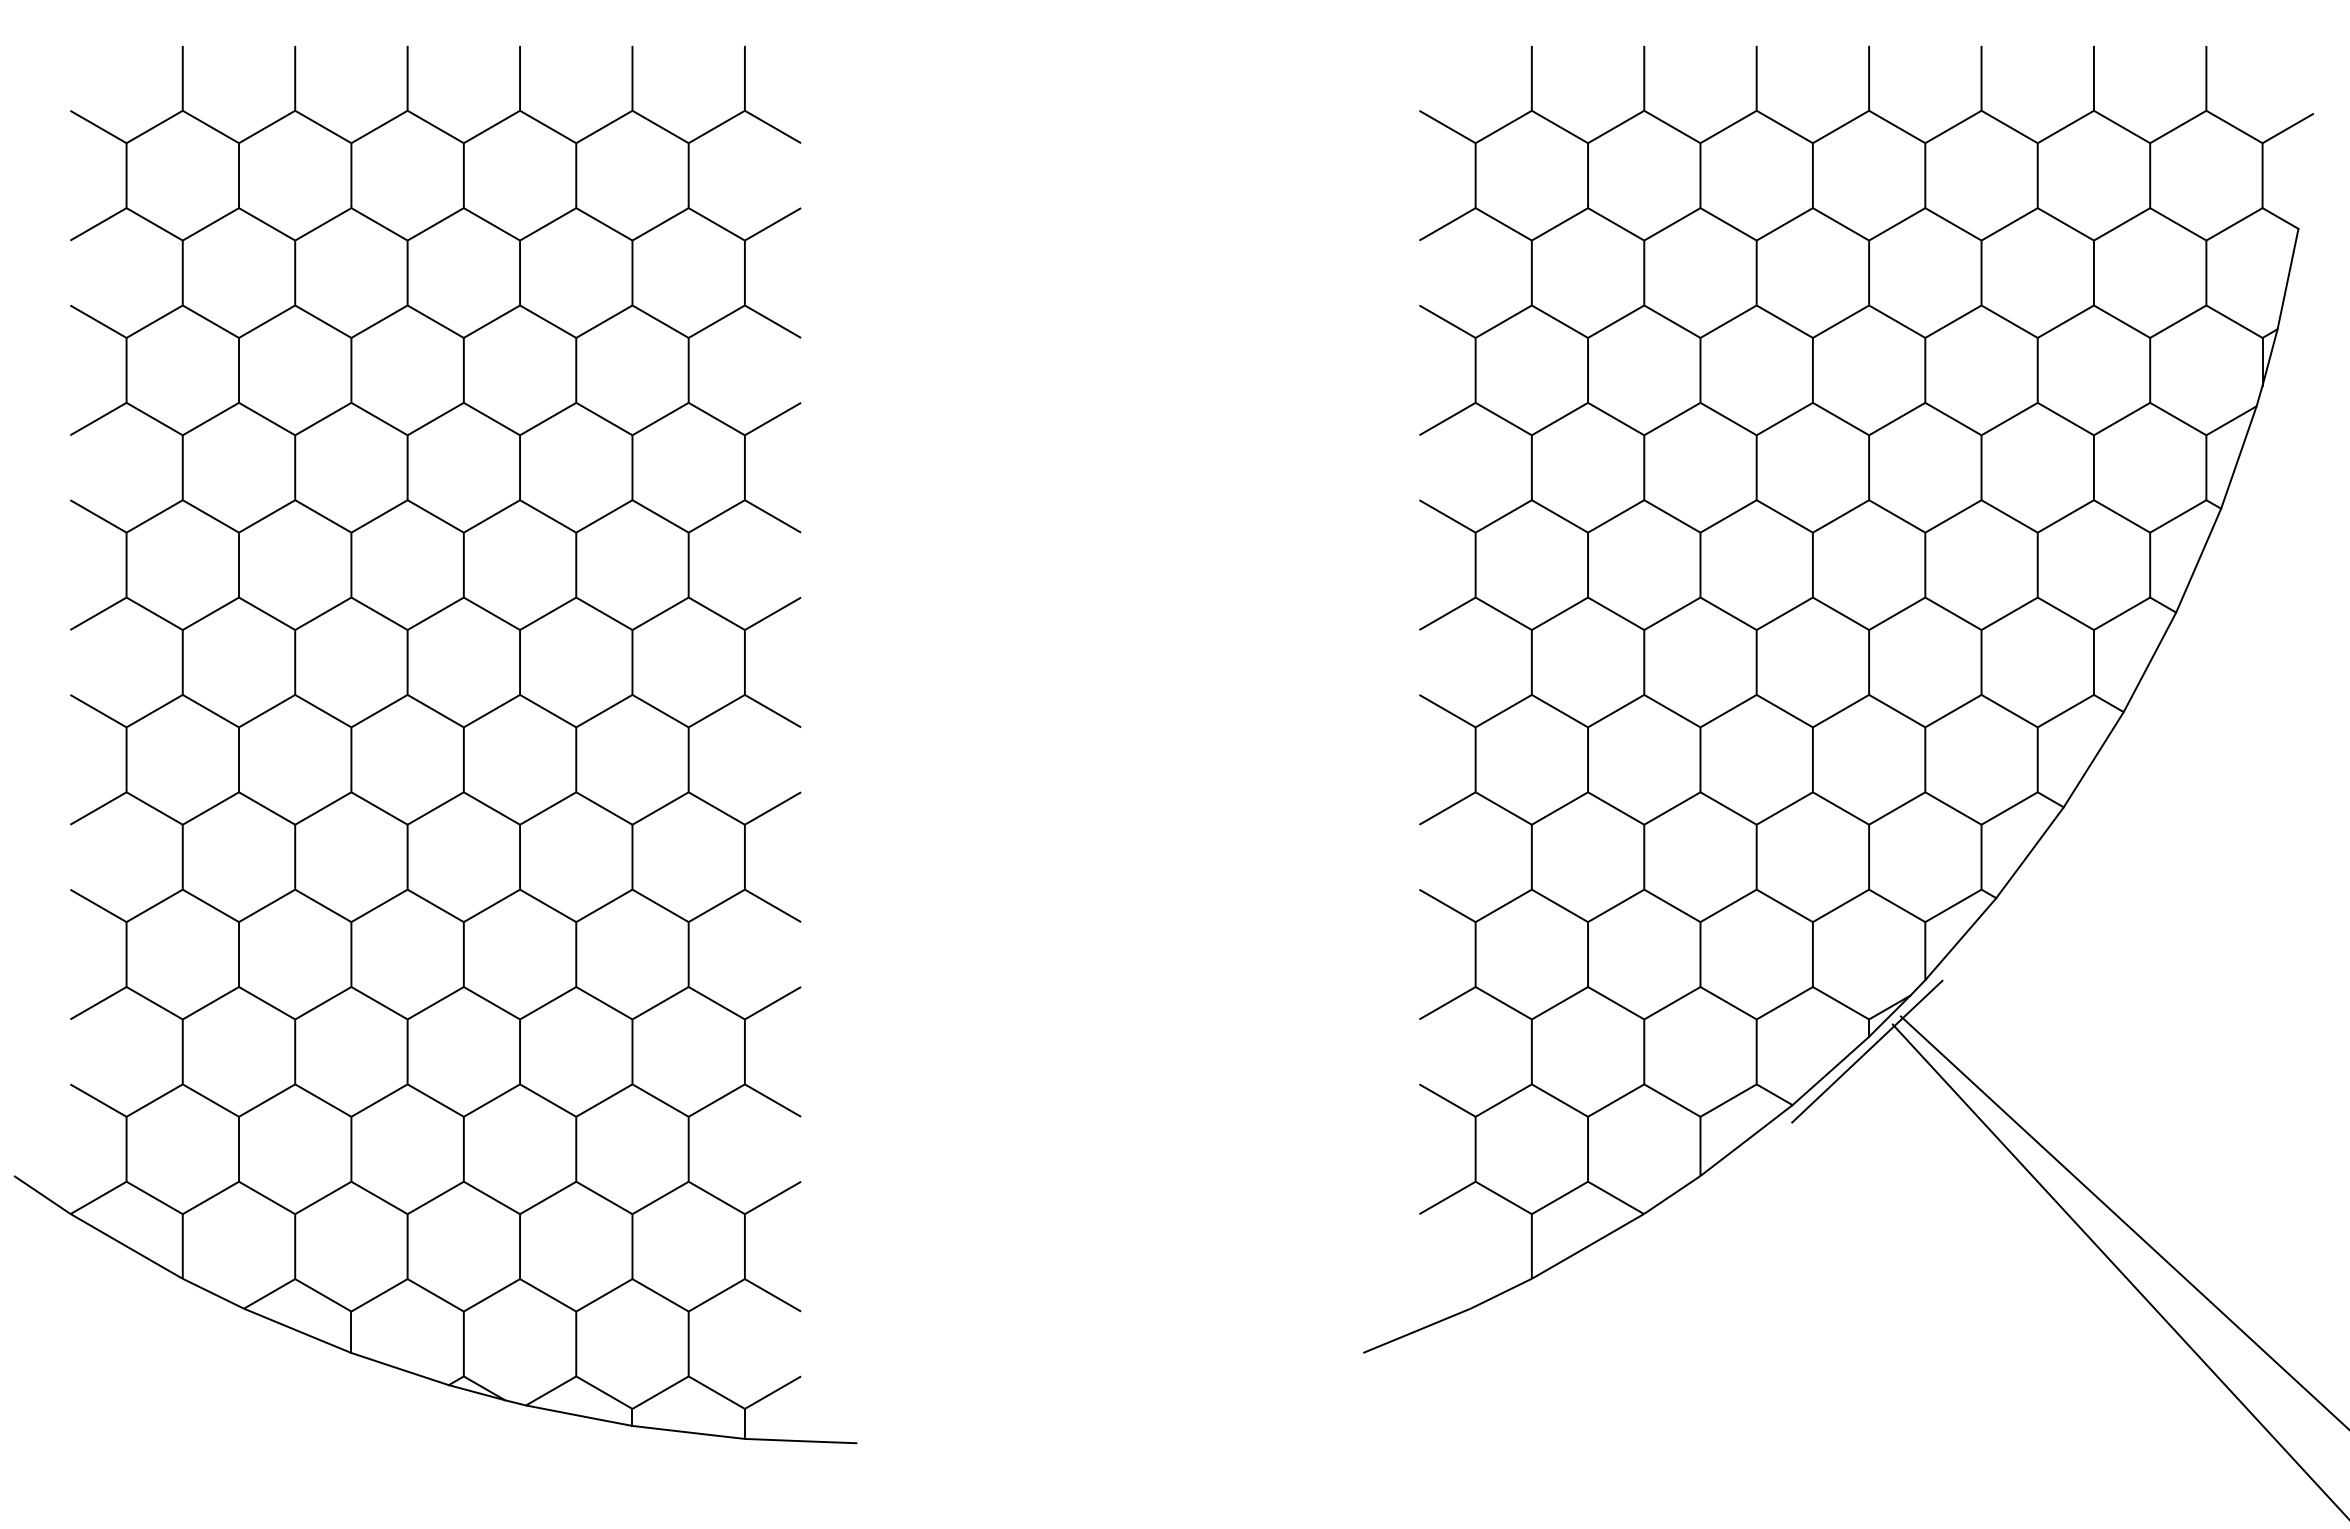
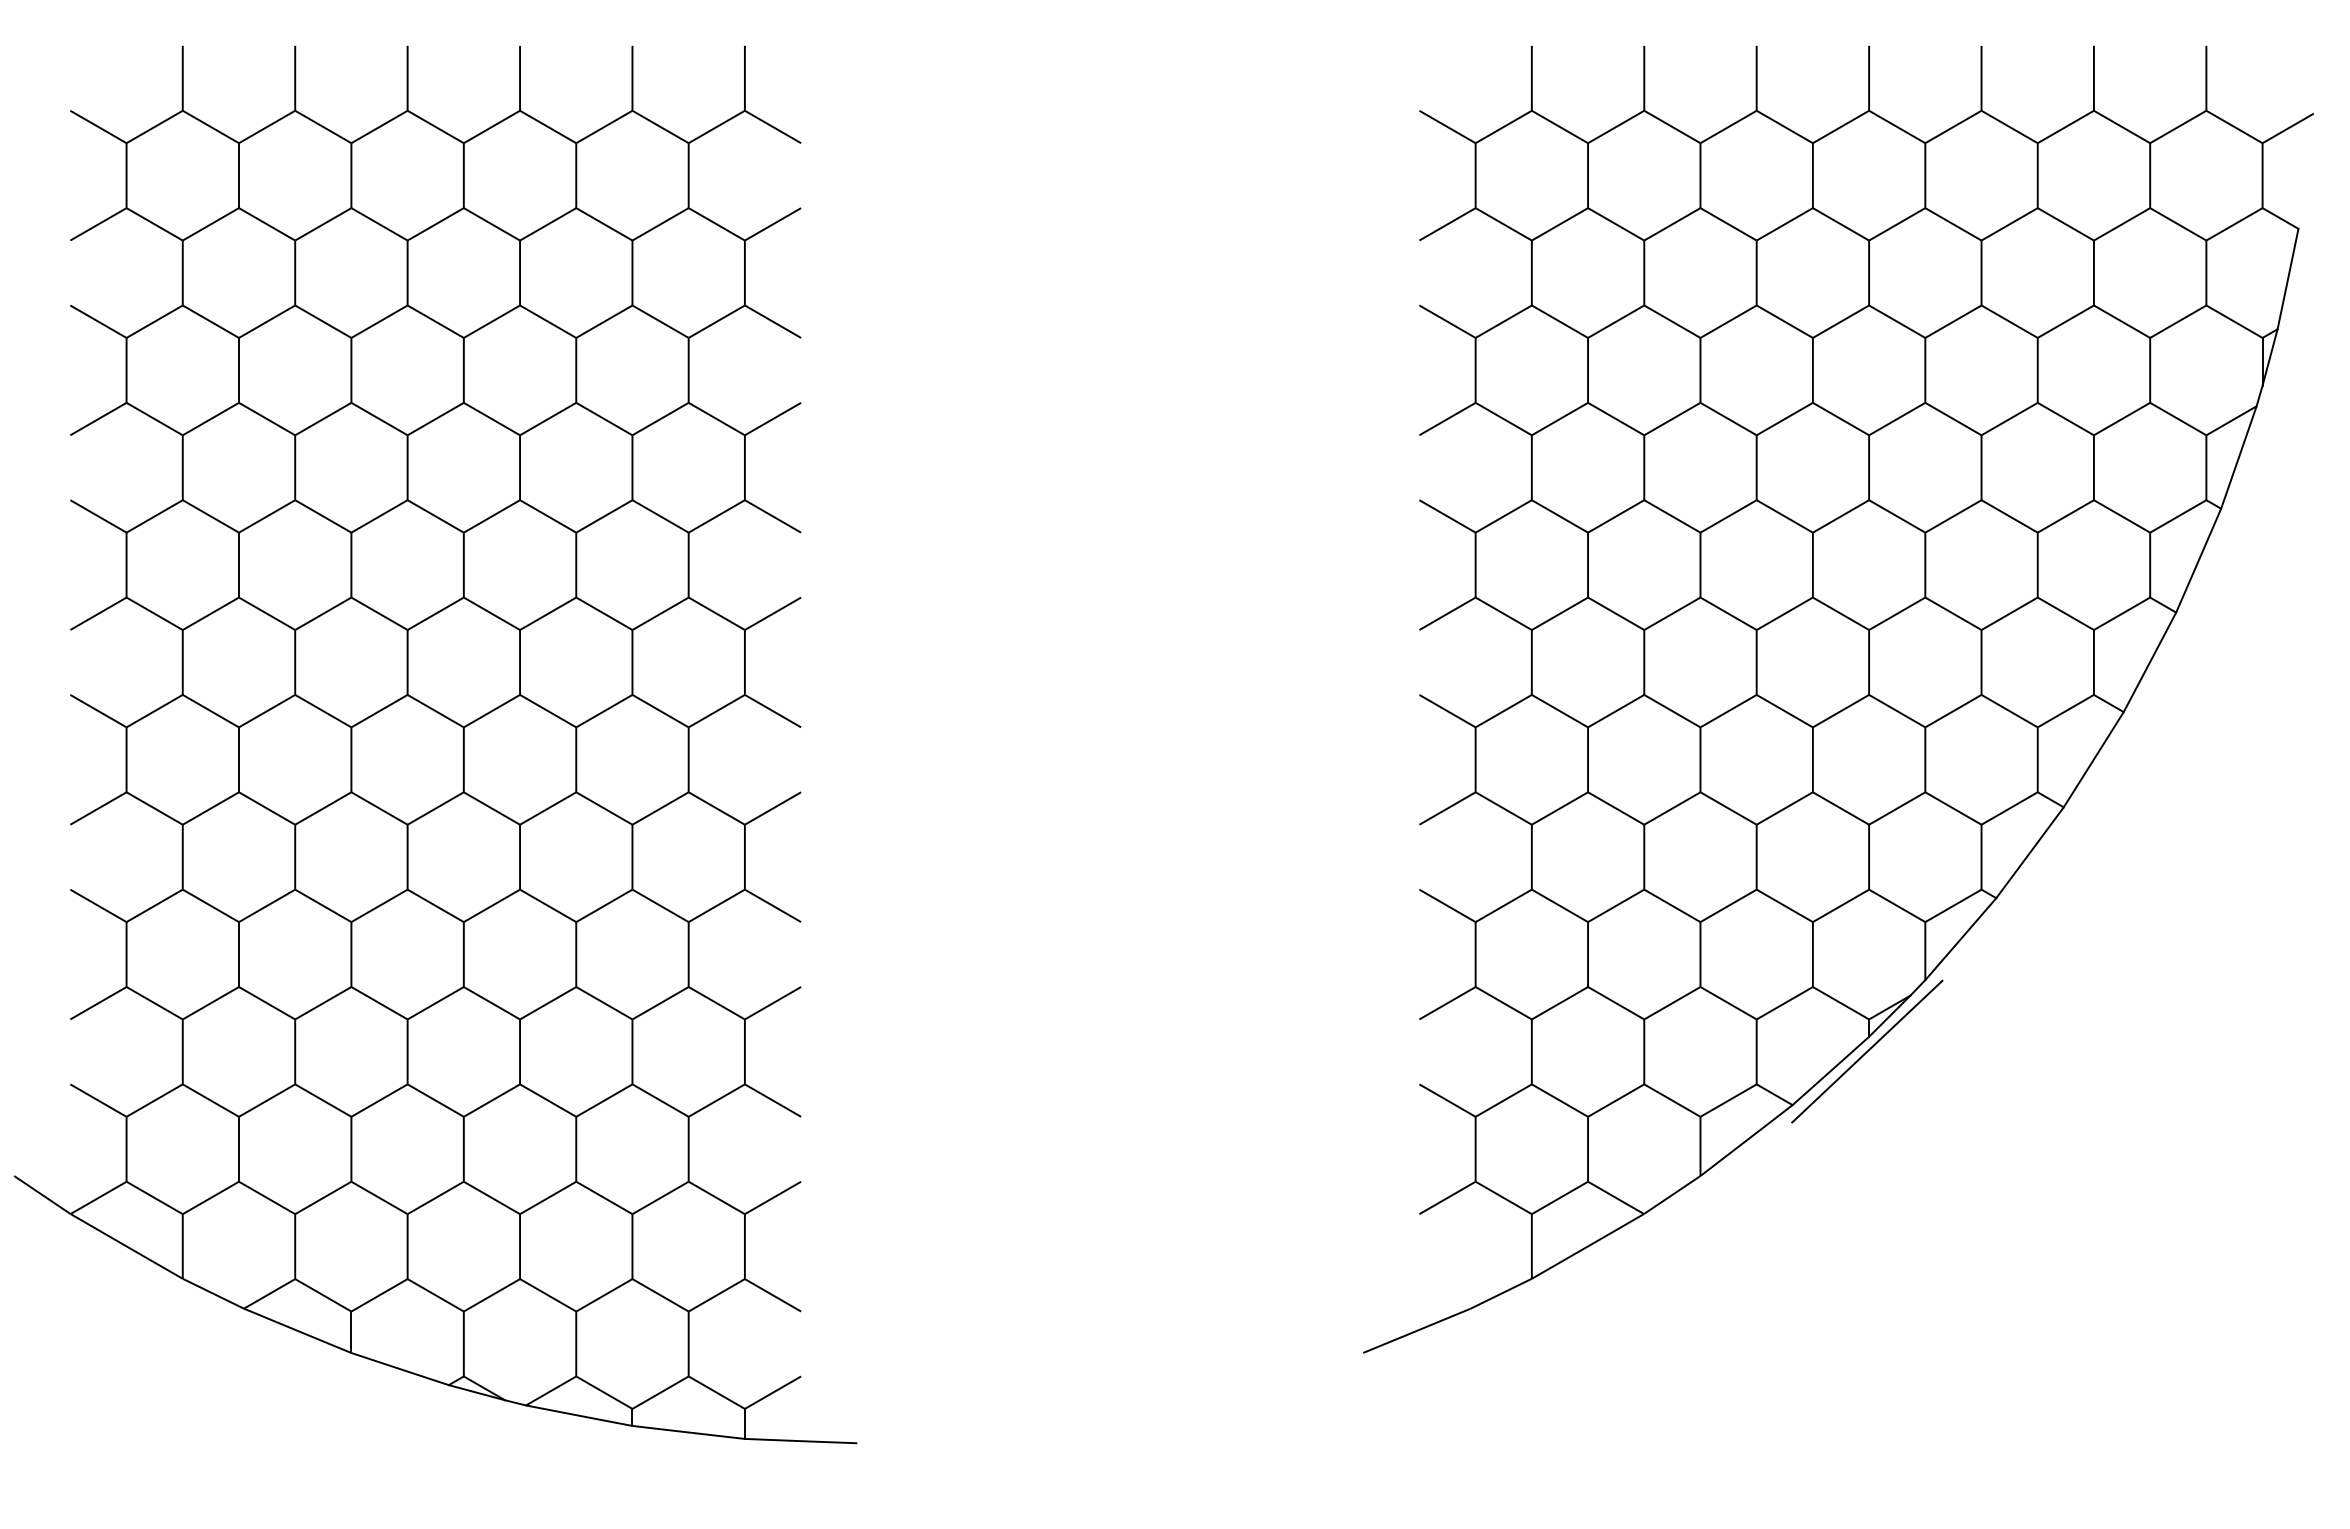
line at (2123, 1221): present -> none
line at (2119, 1270): present -> none
